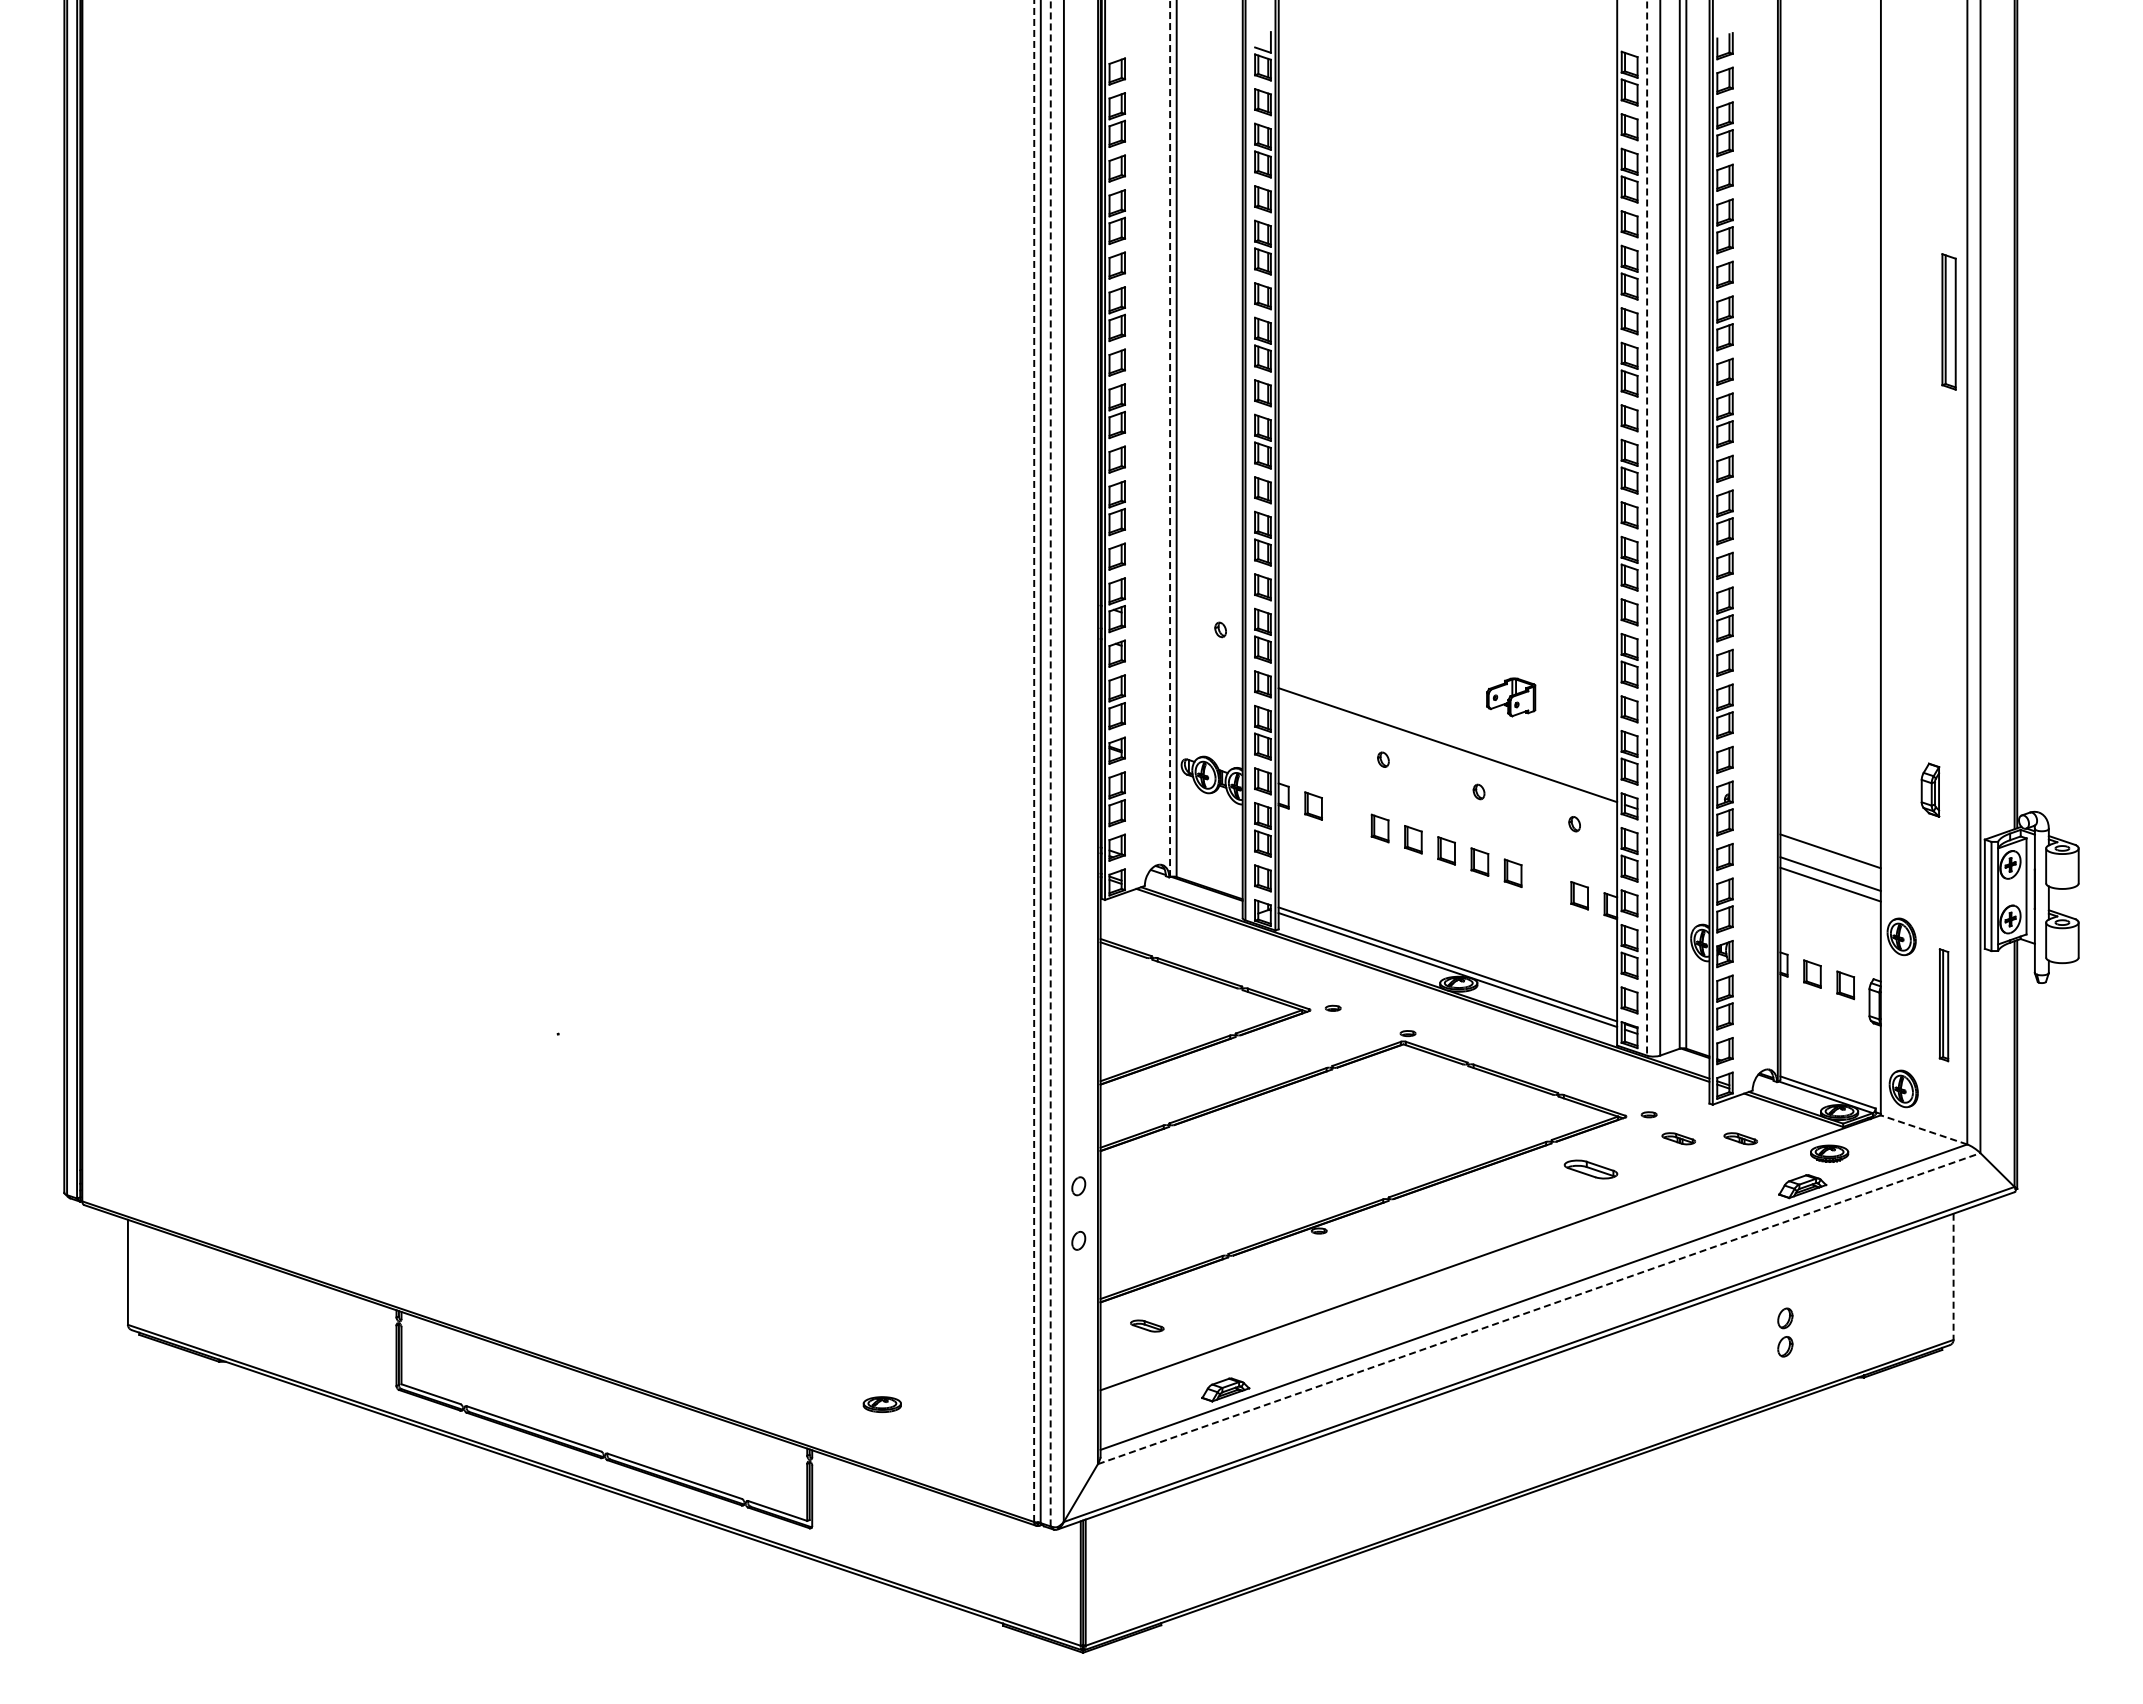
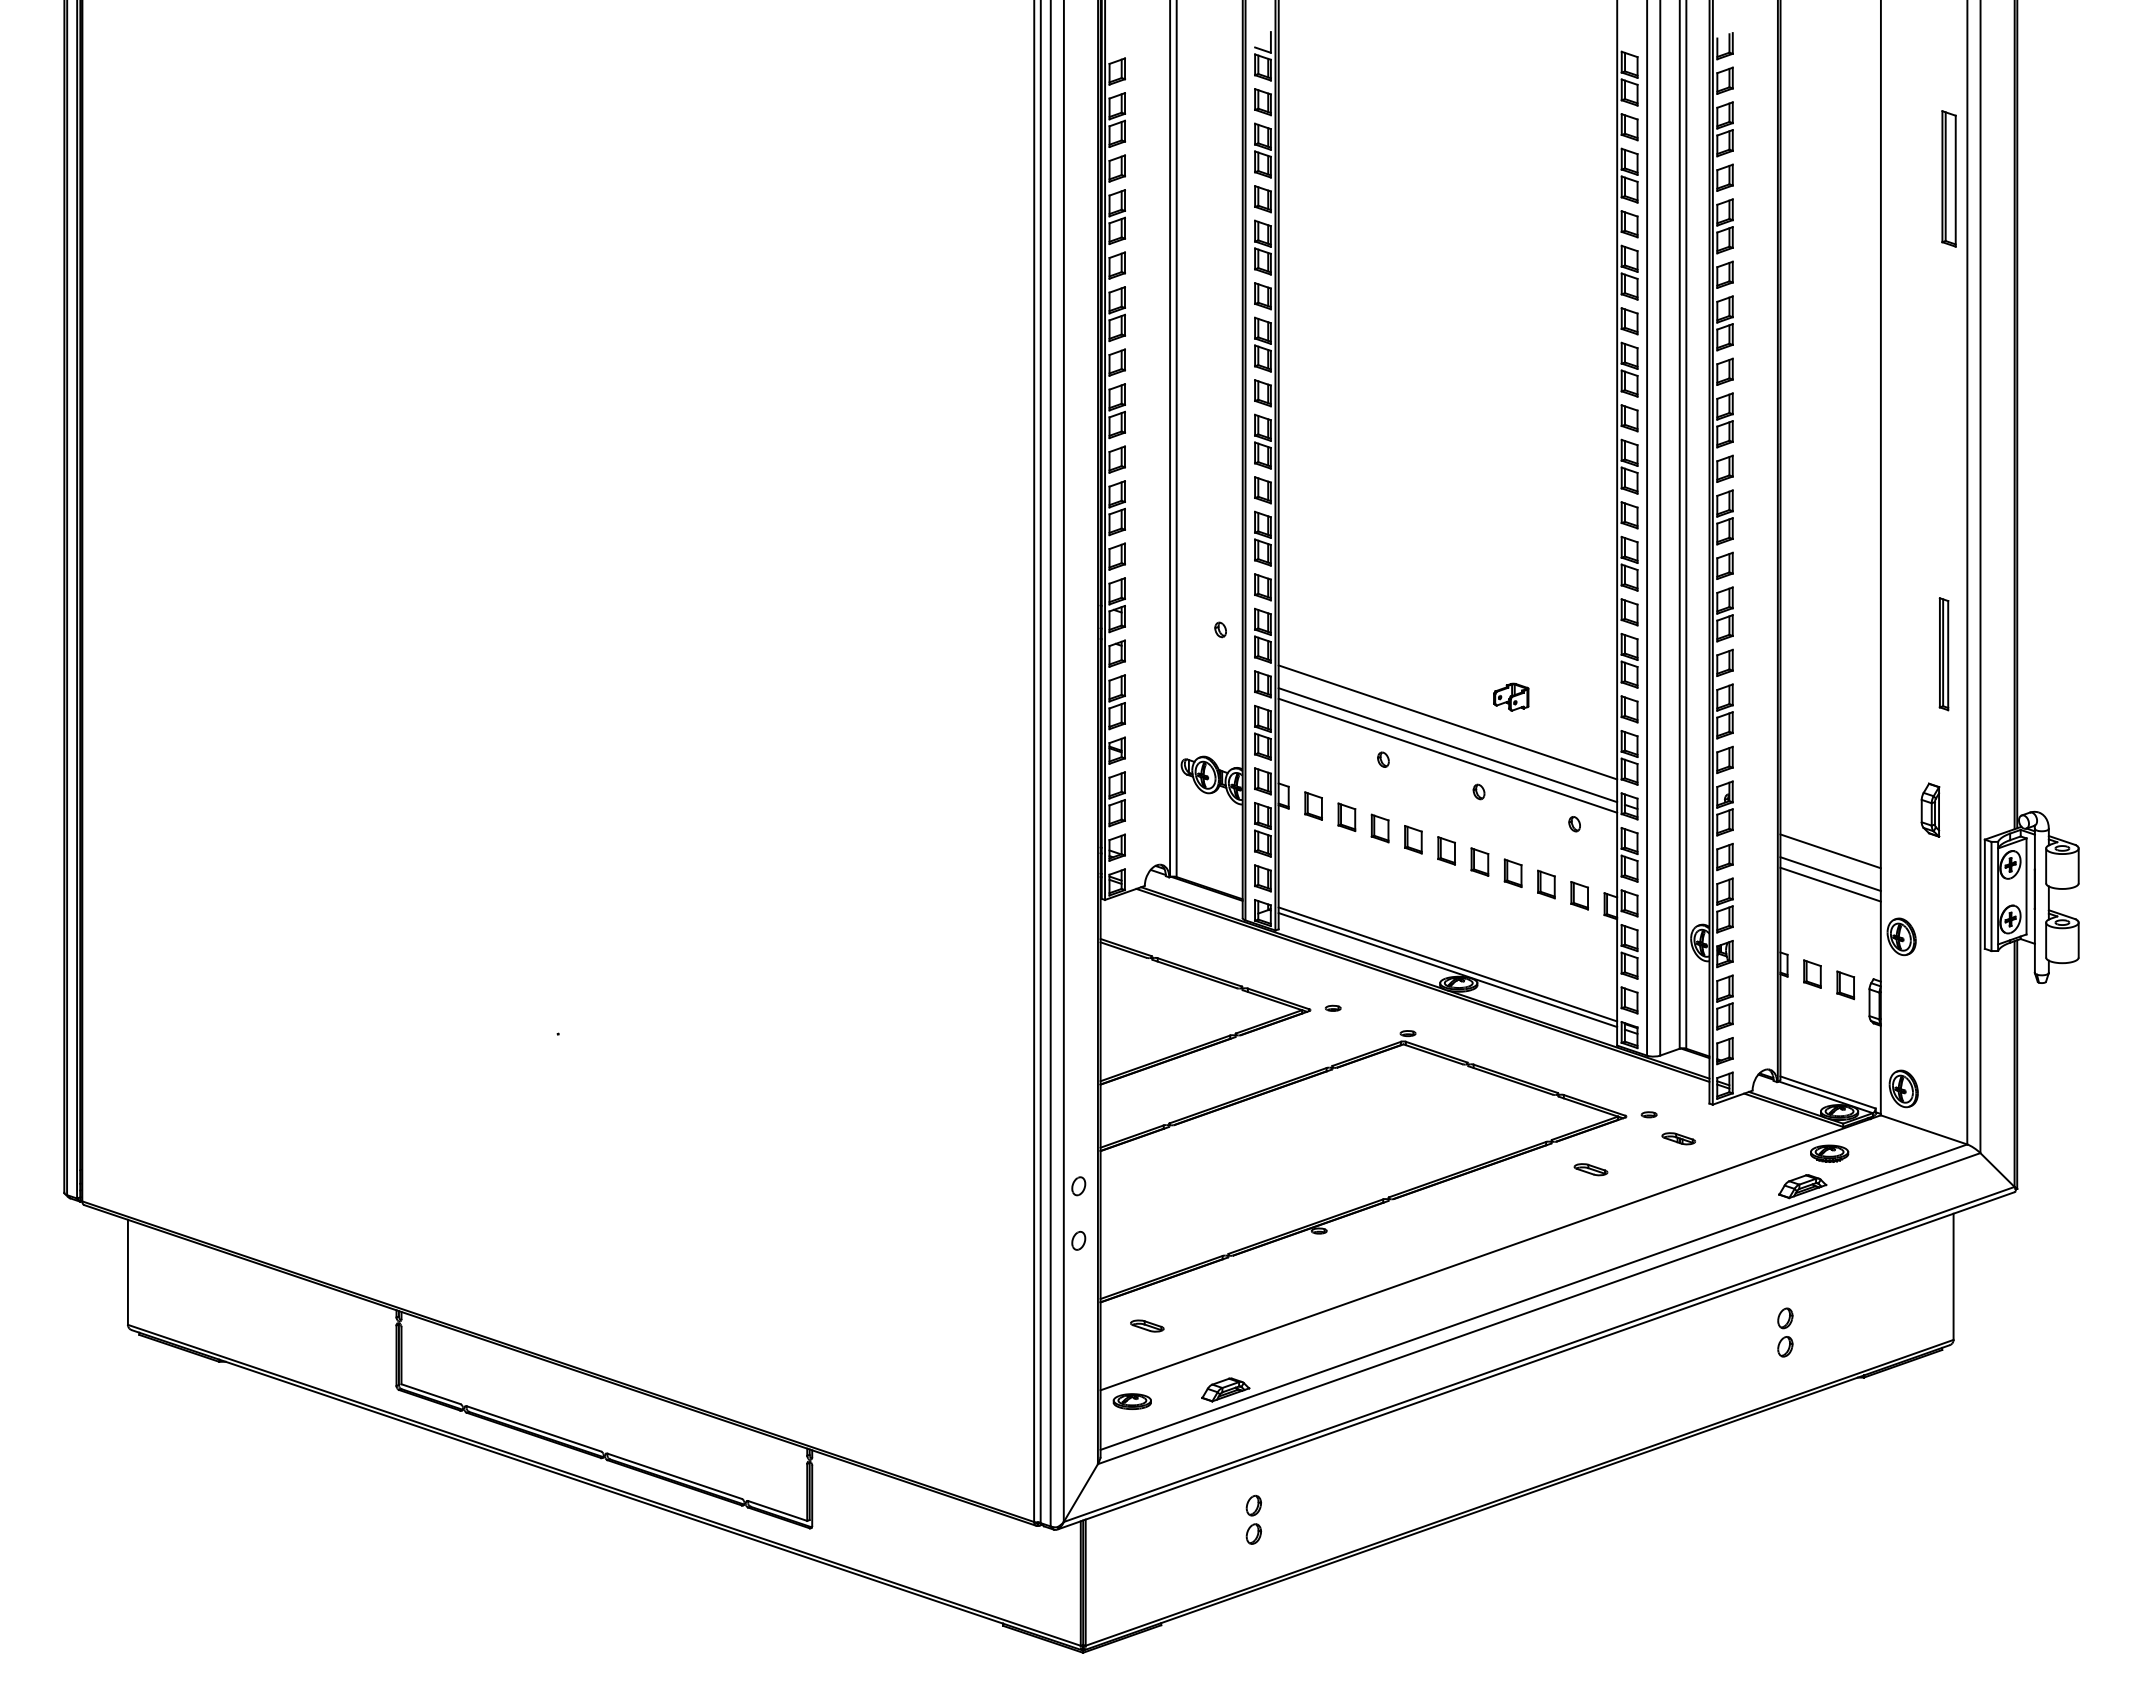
part at (1948, 321) position: (1948, 321) -> (1948, 178)
line at (1170, 438): dashed -> solid
line at (1647, 527): dashed -> solid
part at (1511, 697) size: 51x41 px -> 37x30 px
line at (1447, 722): none -> present
line at (1447, 755): none -> present
line at (1034, 761): dashed -> solid
line at (1050, 763): dashed -> solid
part at (1930, 789) position: (1930, 789) -> (1930, 809)
part at (1346, 816): none -> present
part at (1546, 884): none -> present
part at (1943, 1005) position: (1943, 1005) -> (1943, 654)
line at (1924, 1129): dashed -> solid
part at (1740, 1138): present -> none
part at (1590, 1169) size: 56x21 px -> 36x14 px
line at (1953, 1277): dashed -> solid
line at (1539, 1308): dashed -> solid
part at (881, 1404) position: (881, 1404) -> (1131, 1401)
part at (1253, 1519): none -> present
